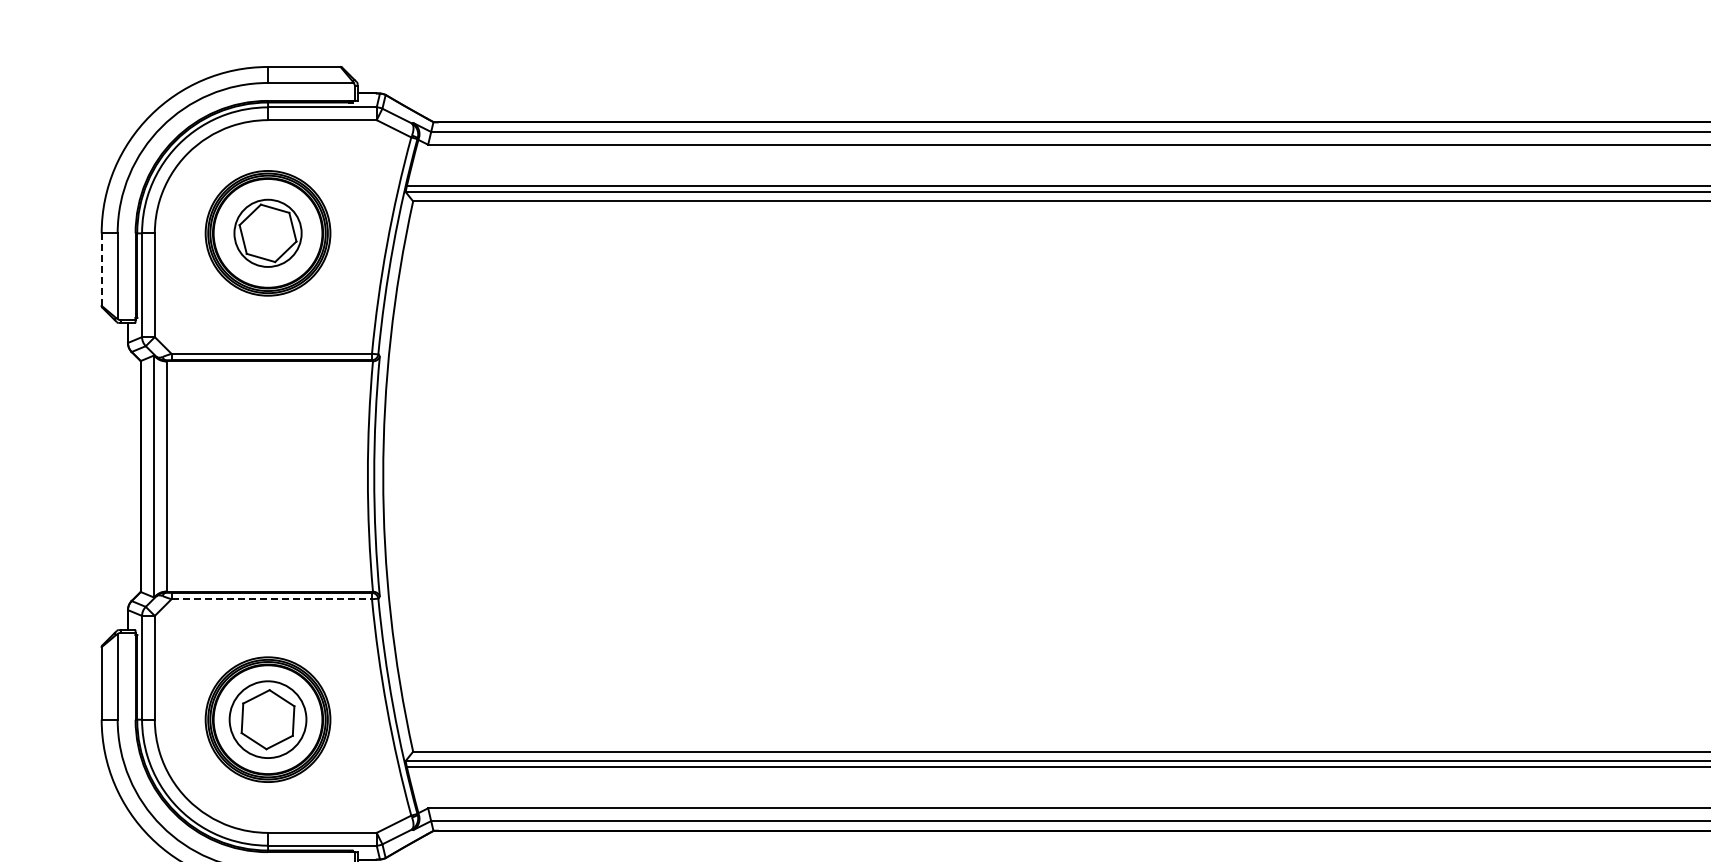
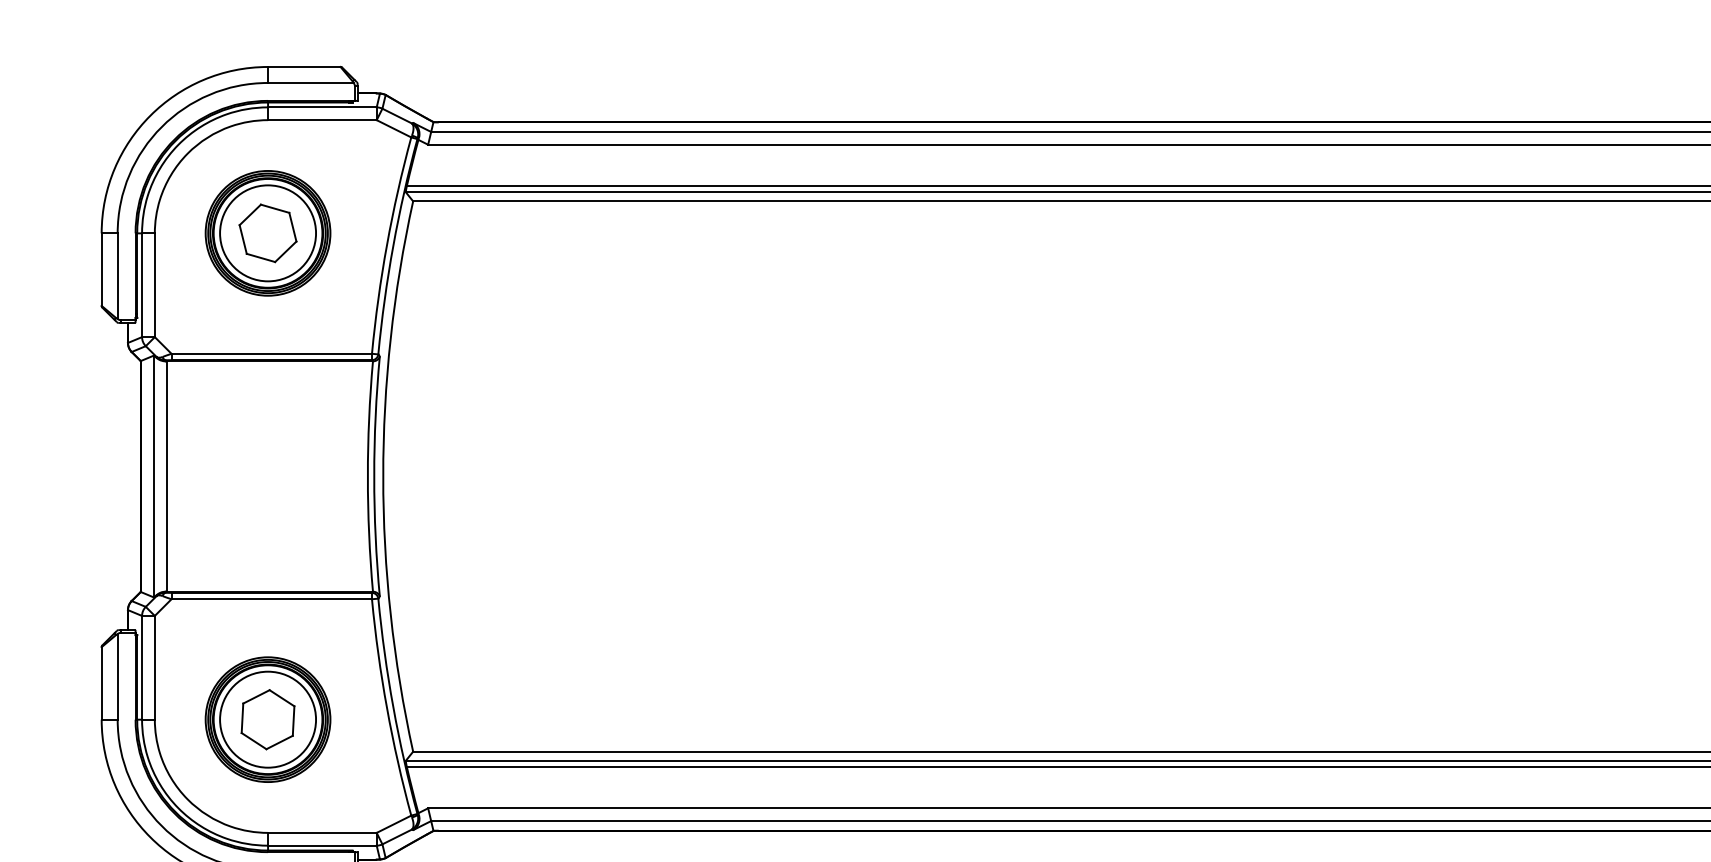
circle at (267, 232) diameter: 67 px -> 96 px
line at (101, 270): dashed -> solid
line at (272, 599): dashed -> solid
circle at (267, 719) diameter: 77 px -> 96 px
